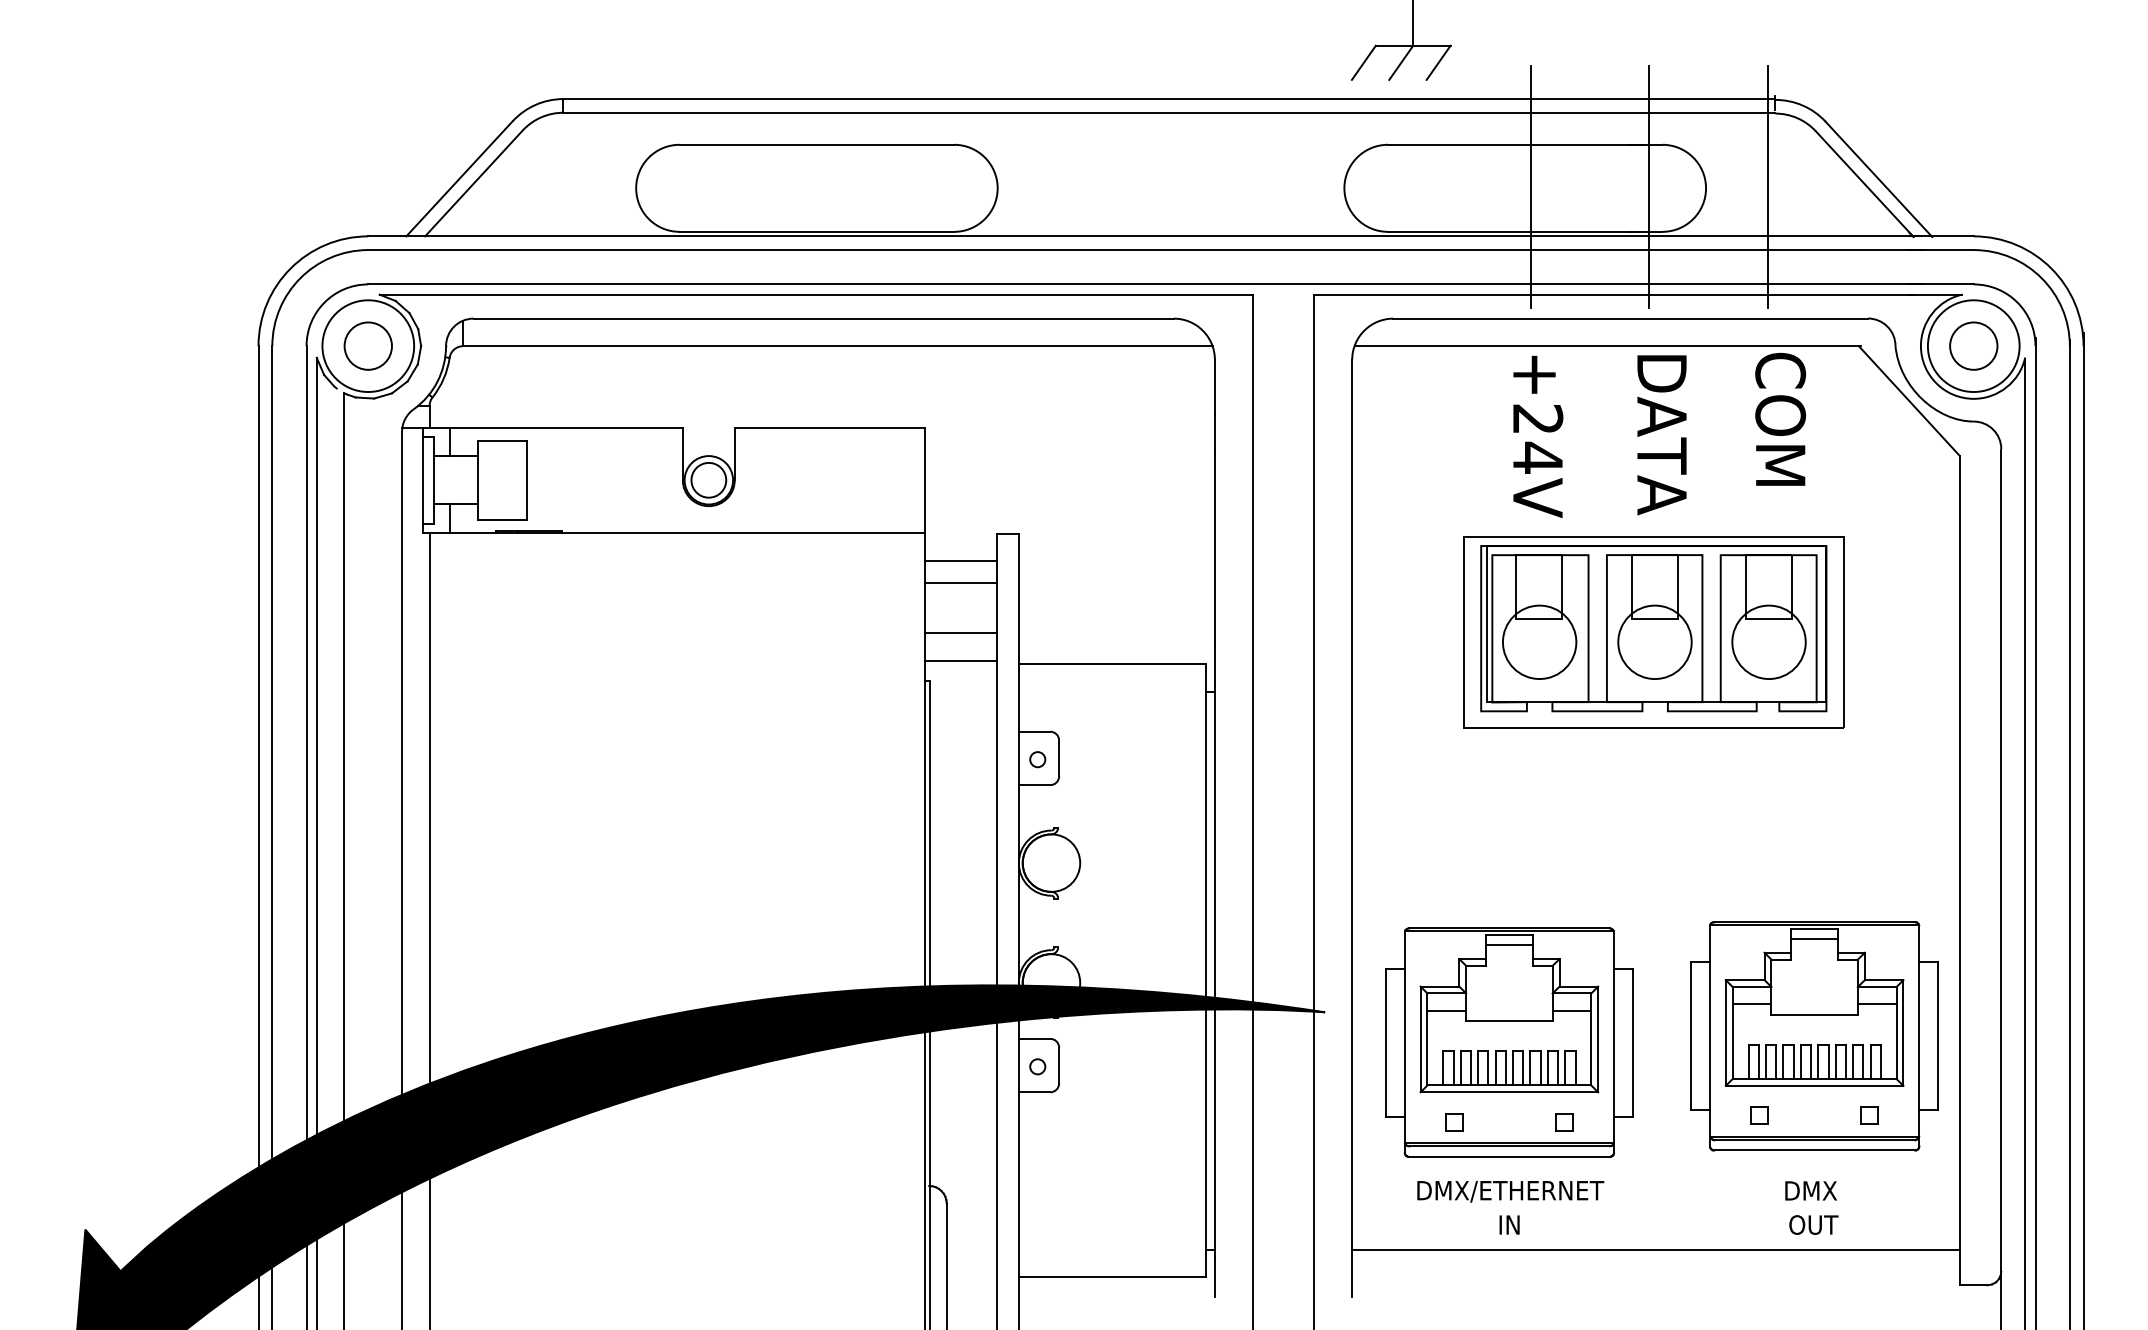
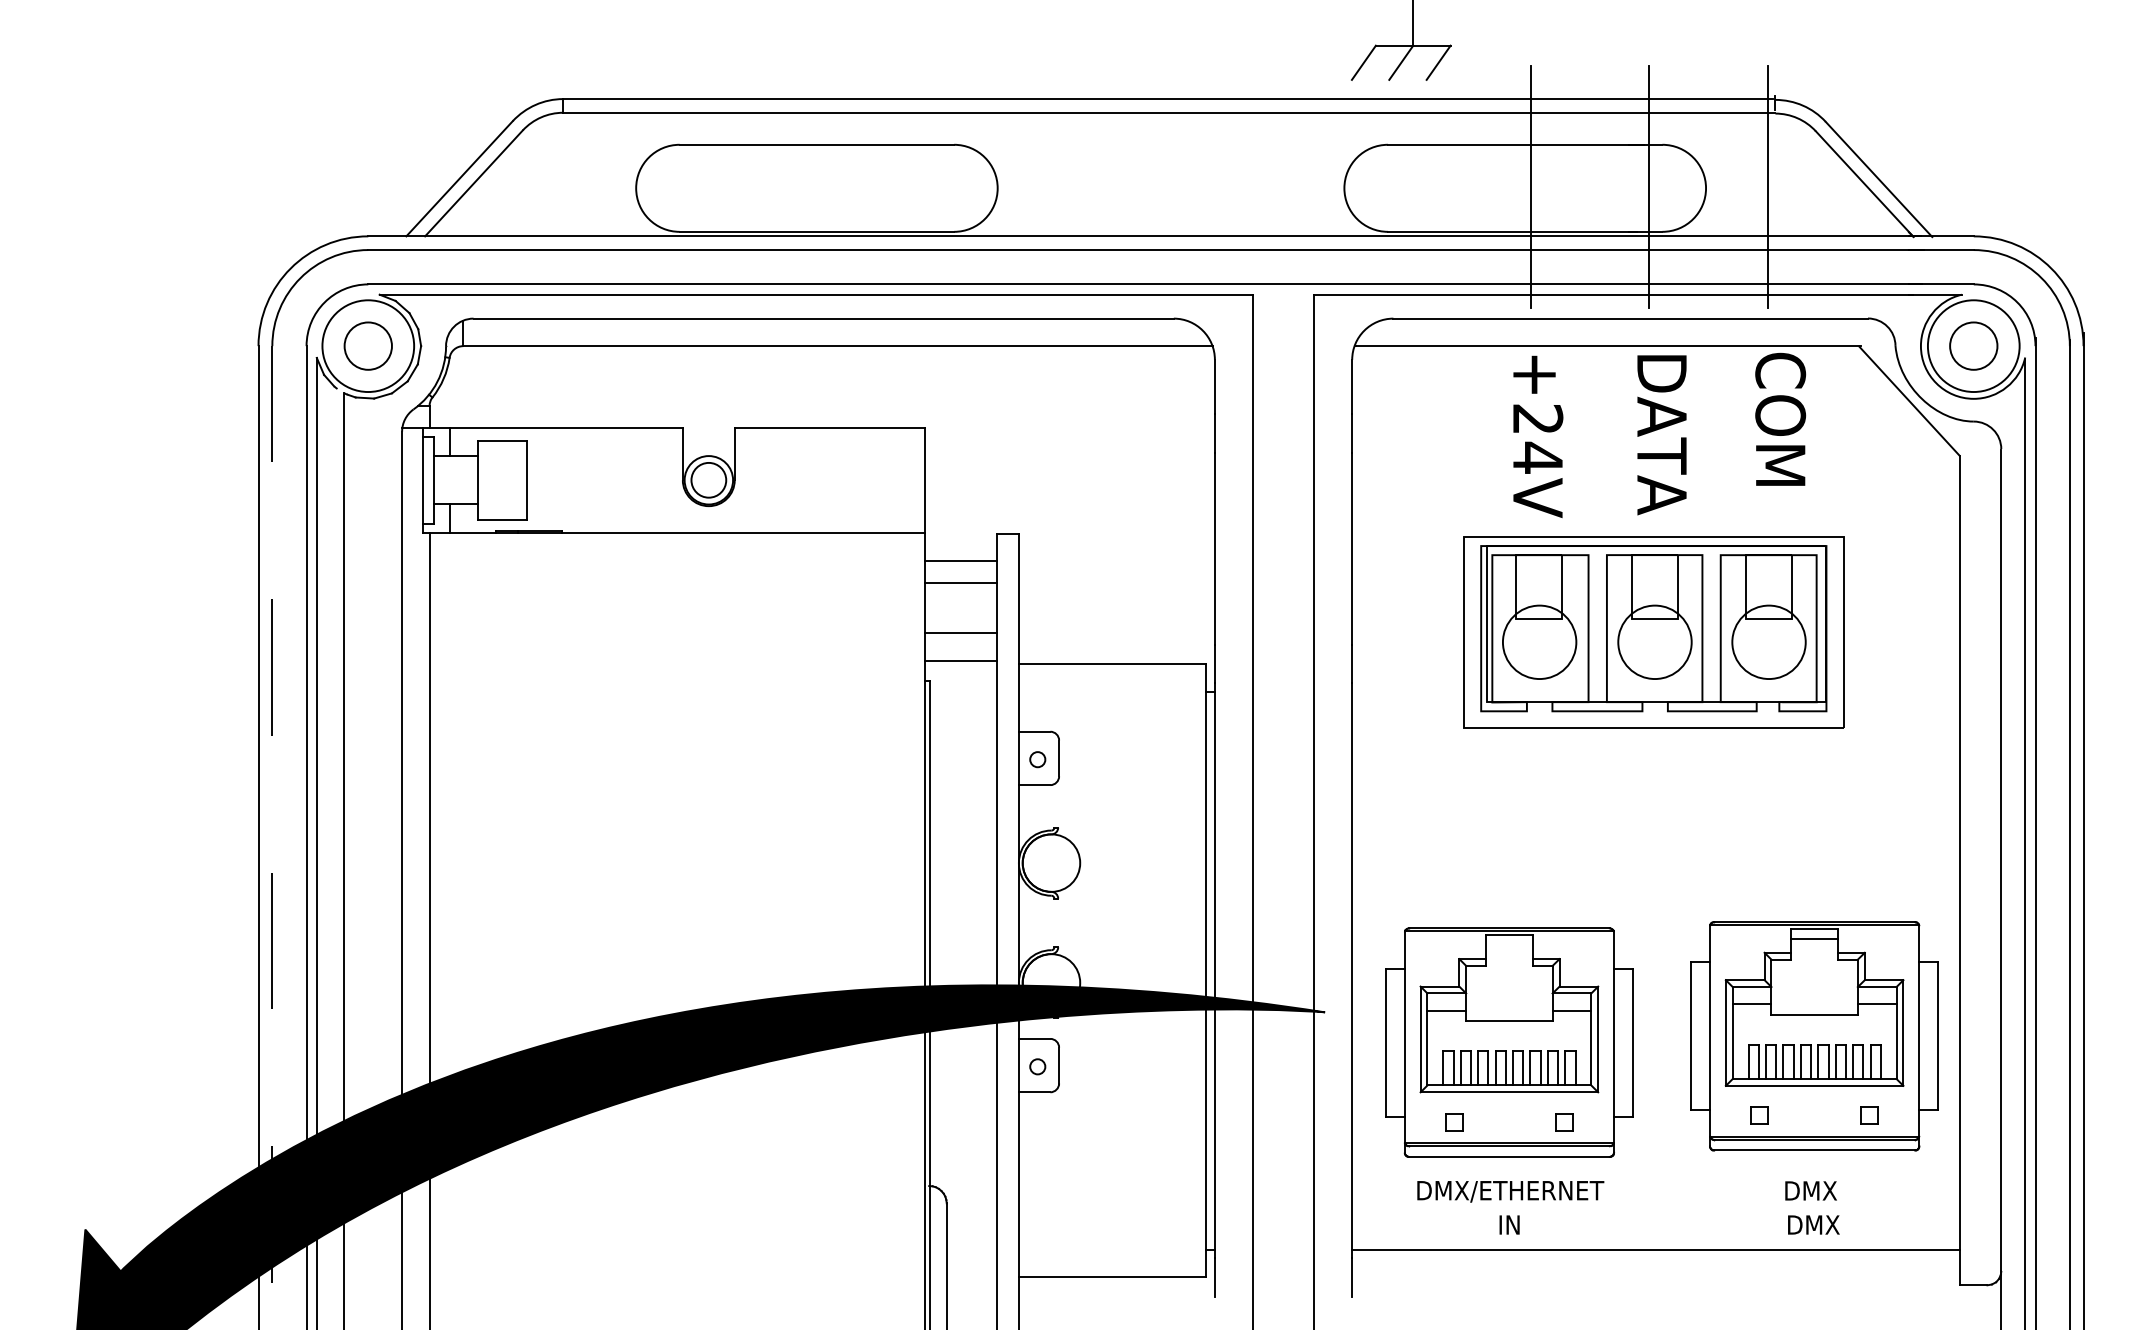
line at (272, 837): solid -> dashed
line at (1509, 945): present -> none
text at (1813, 1224): OUT -> DMX
